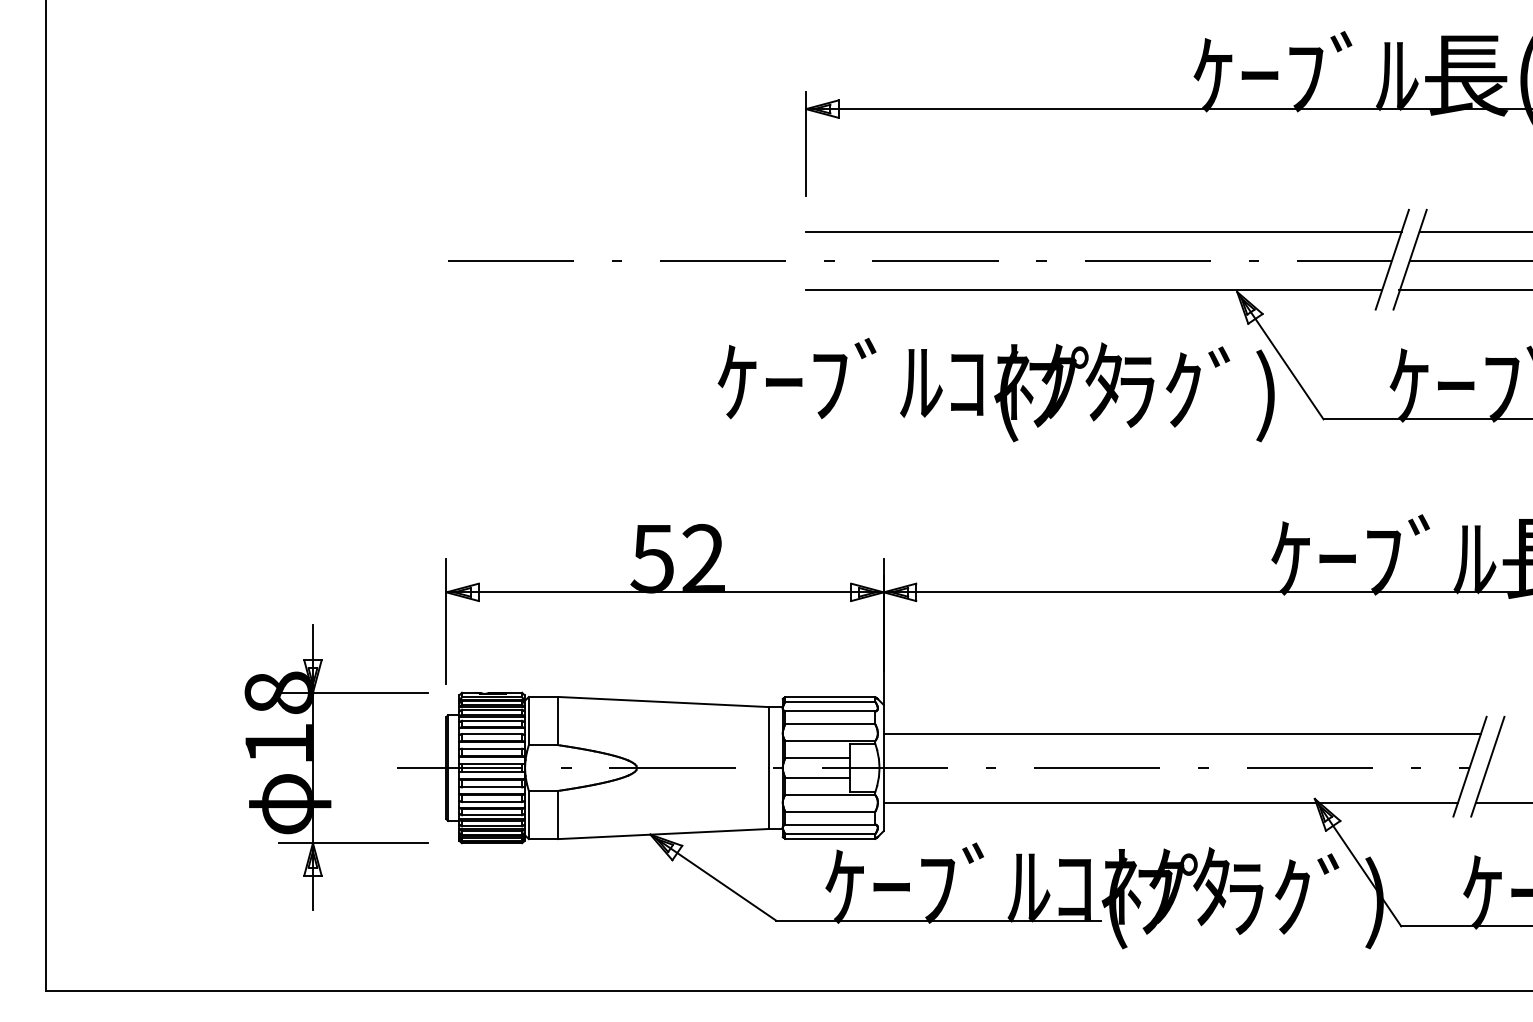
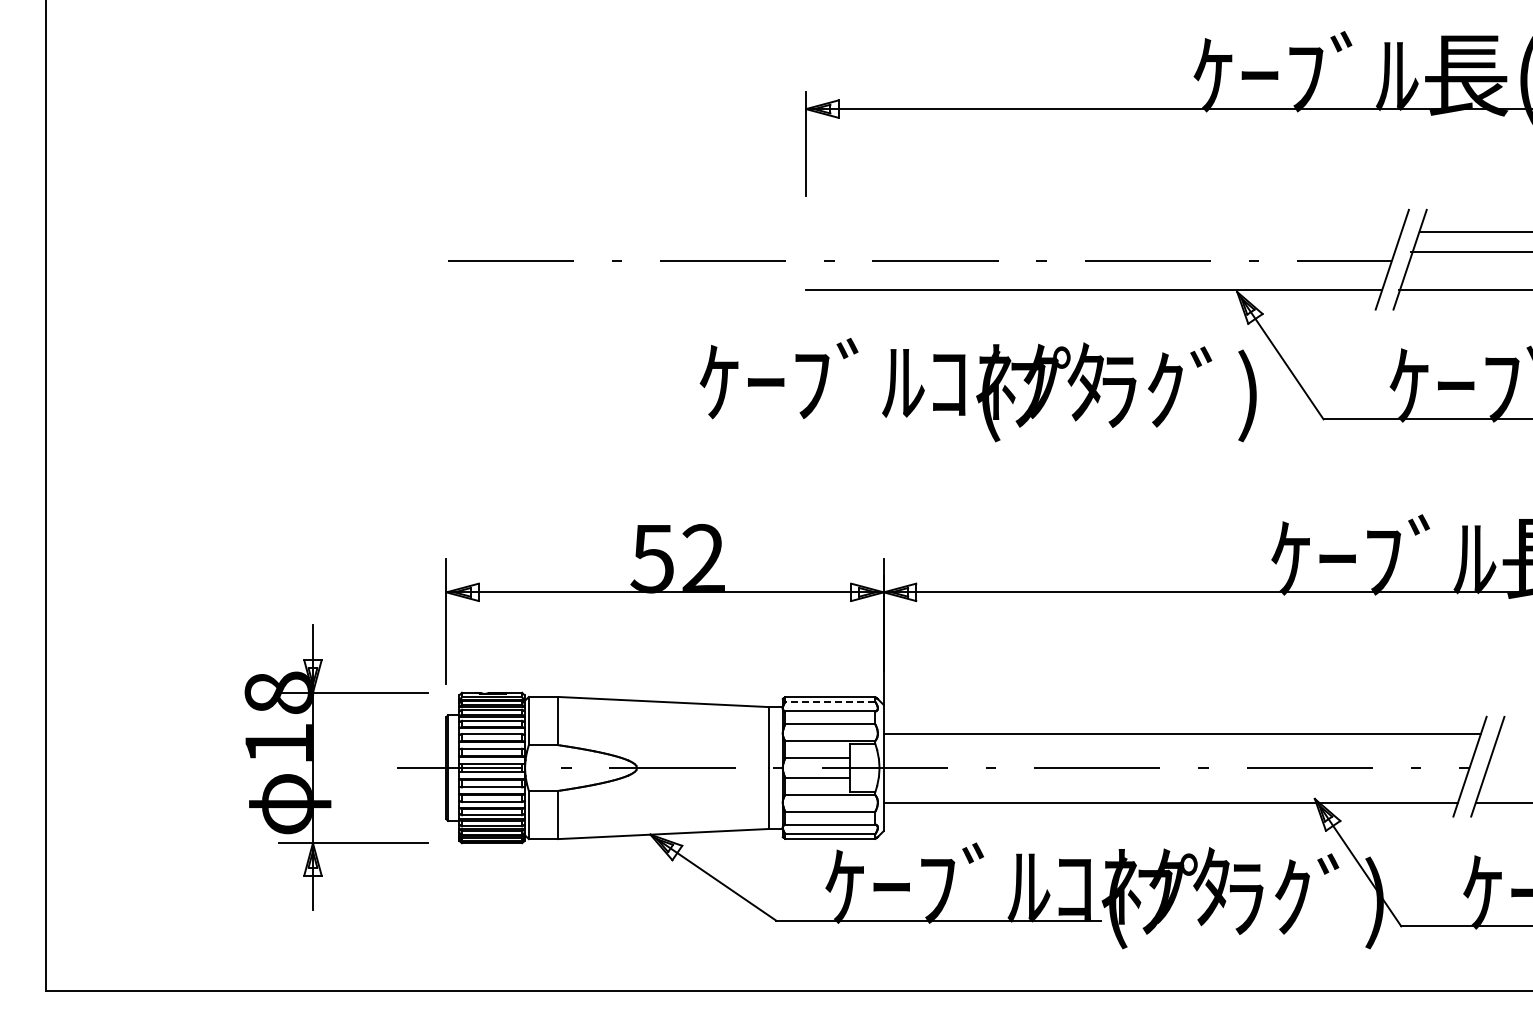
line at (1103, 231): present -> none
line at (1469, 261) position: (1469, 261) -> (1469, 252)
text at (995, 389) position: (995, 389) -> (977, 389)
line at (830, 701): solid -> dashed
